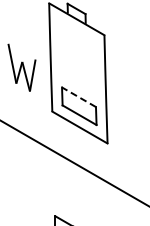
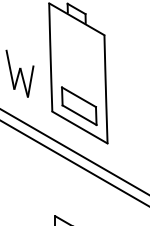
part at (21, 67) position: (21, 67) -> (19, 73)
line at (79, 97): dashed -> solid
line at (74, 151): none -> present
